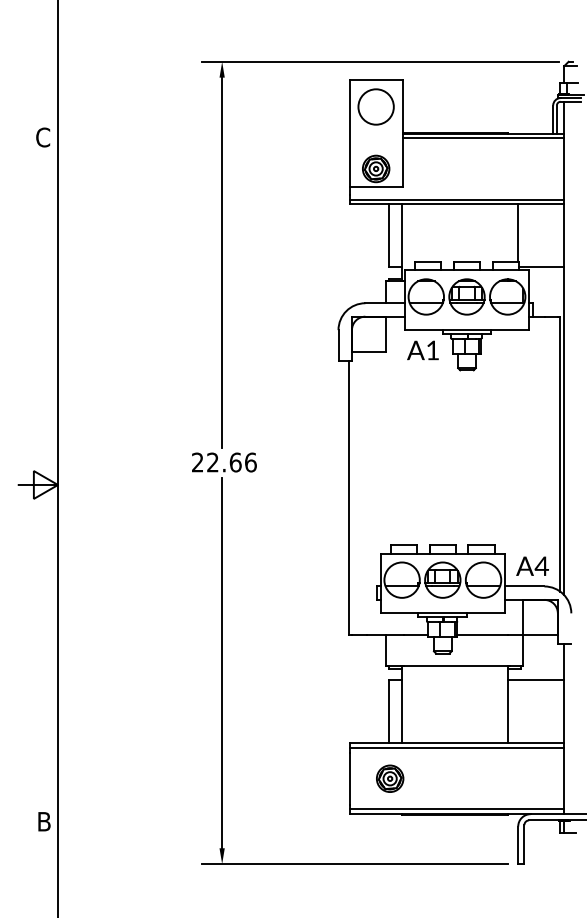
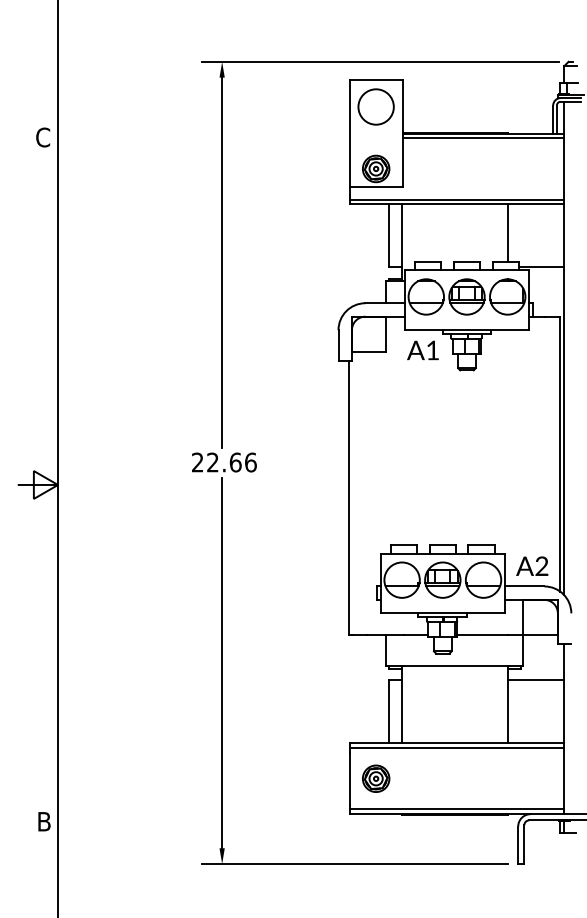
line at (518, 232) position: (518, 232) -> (508, 232)
text at (541, 565): A4 -> A2
part at (390, 778) position: (390, 778) -> (376, 778)
